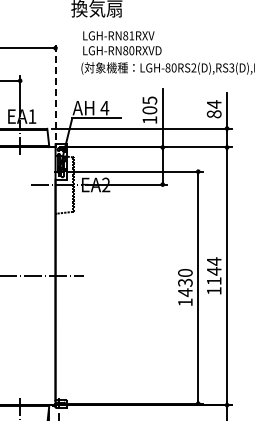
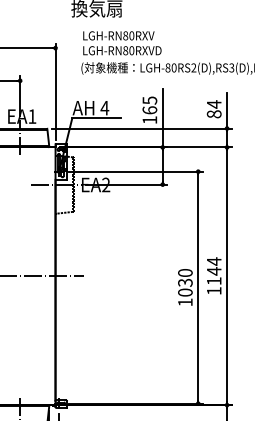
text at (131, 35): LGH-RN81RXV -> LGH-RN80RXV
line at (55, 91): dashed -> solid
text at (149, 110): 105 -> 165
text at (185, 292): 1430 -> 1030
